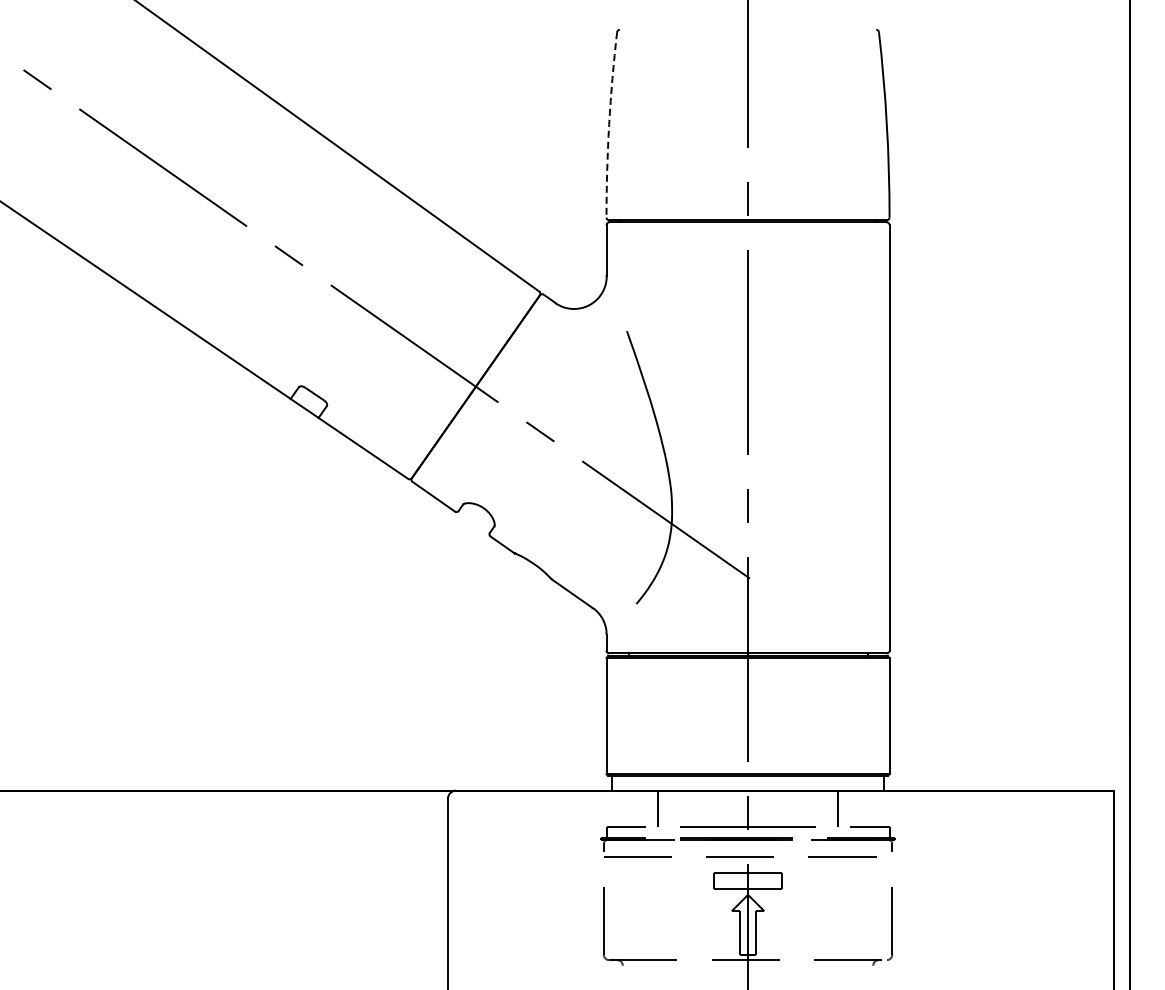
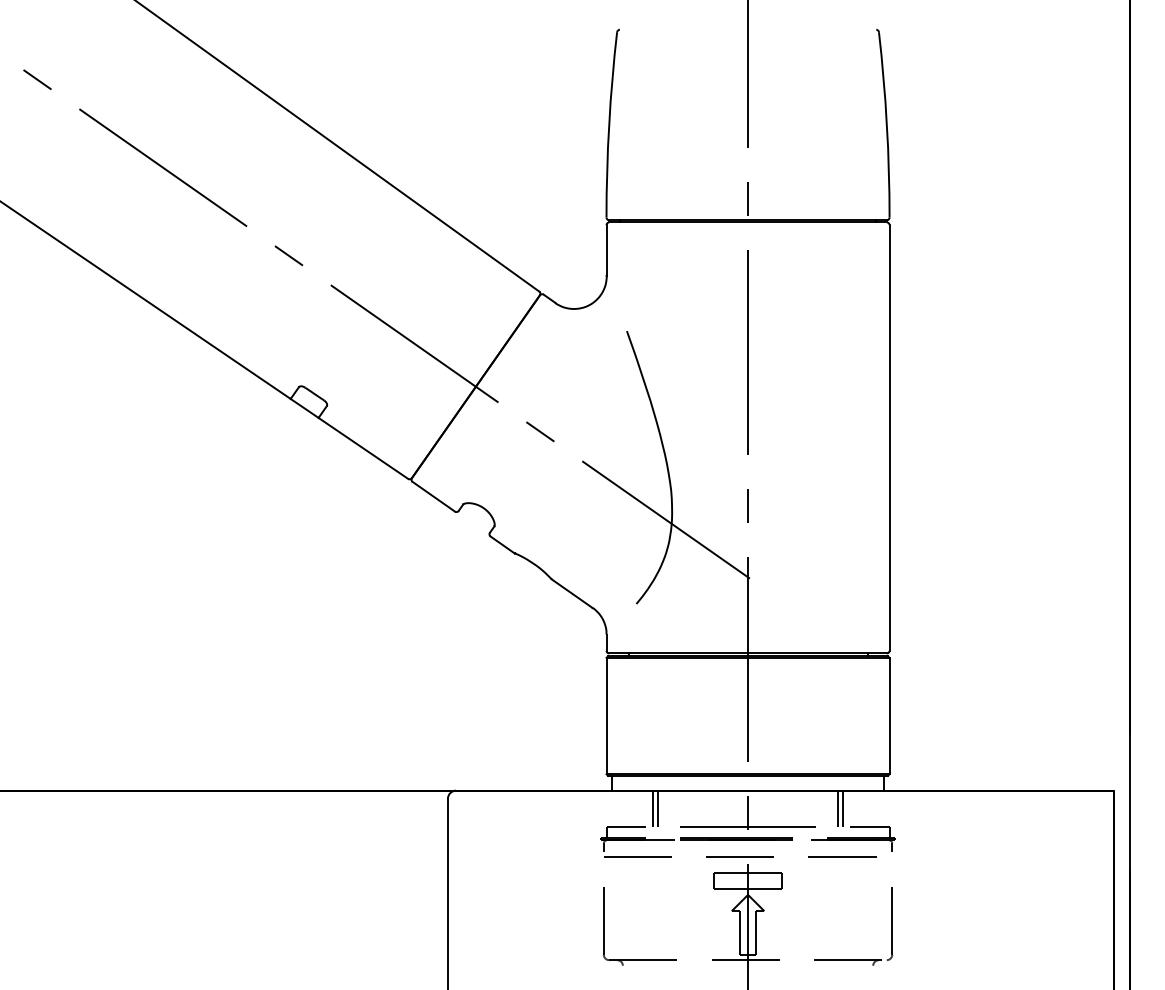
arc at (609, 124): dashed -> solid
line at (652, 808): none -> present
line at (843, 808): none -> present
